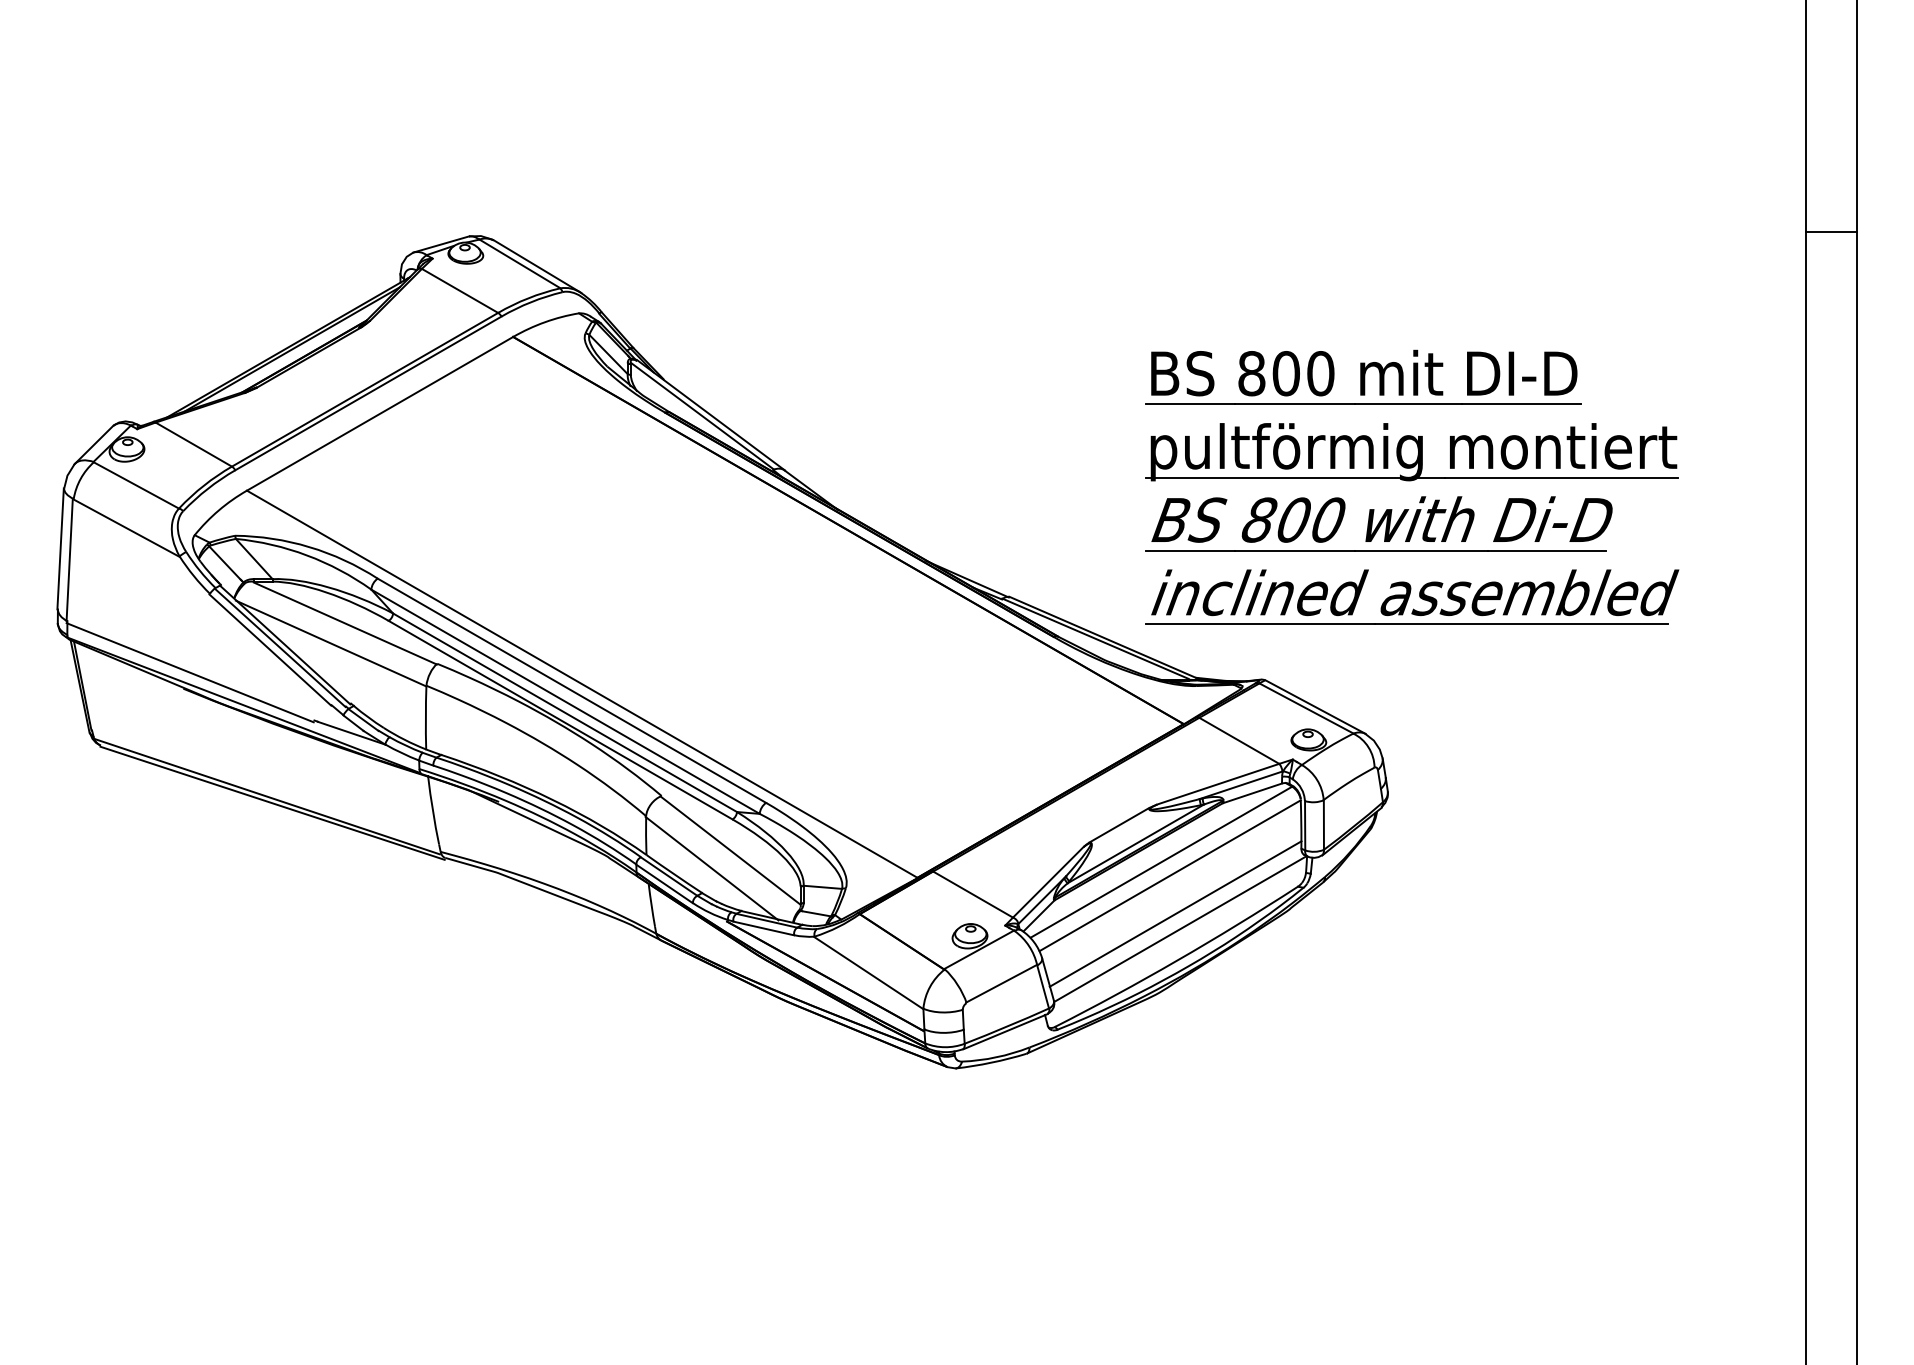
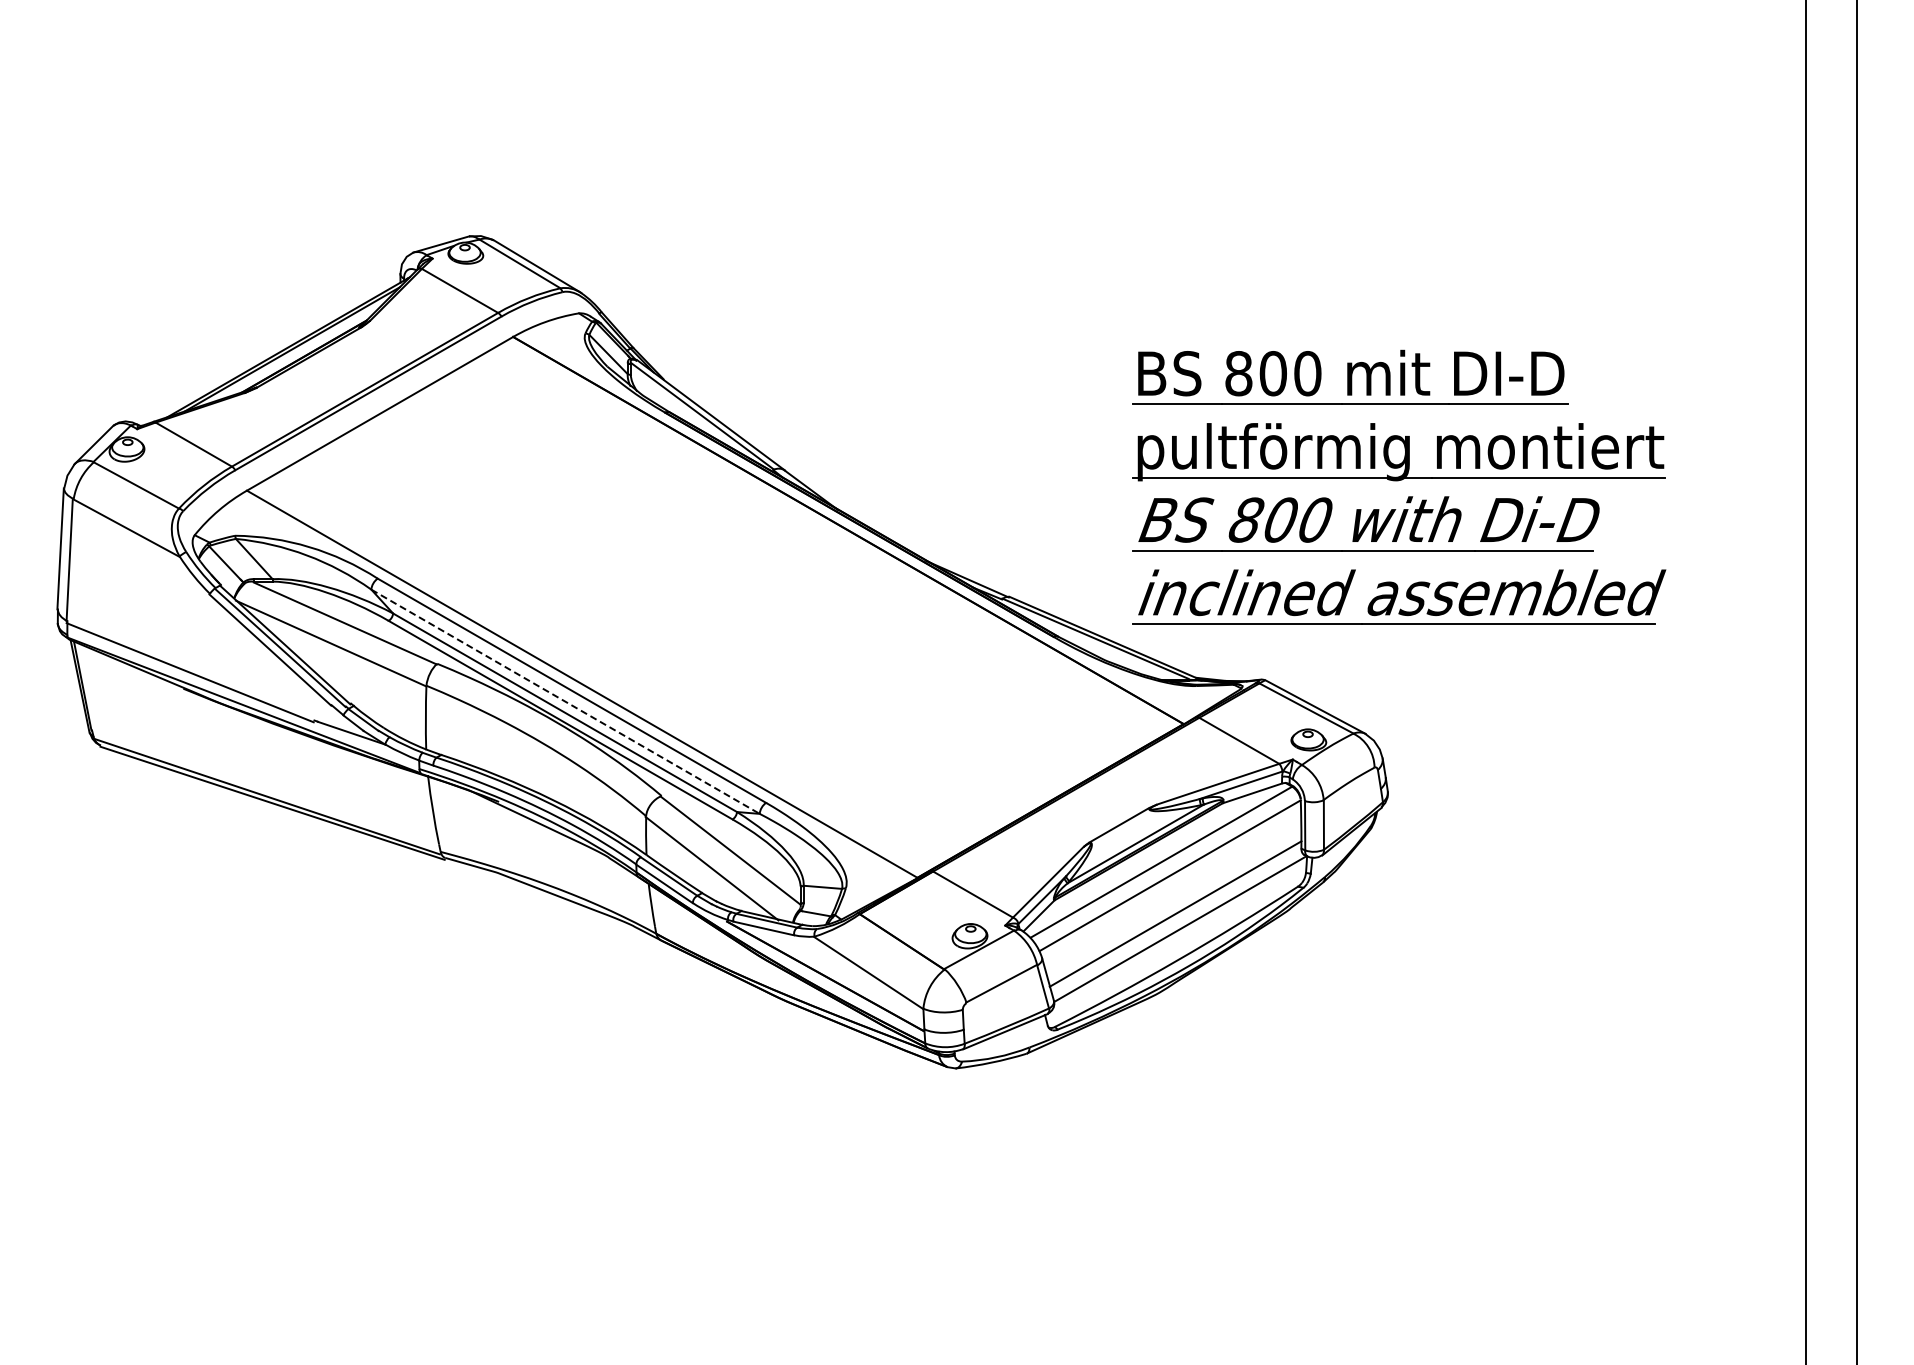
line at (1831, 232): present -> none
part at (1412, 486) position: (1412, 486) -> (1399, 486)
line at (565, 702): solid -> dashed
